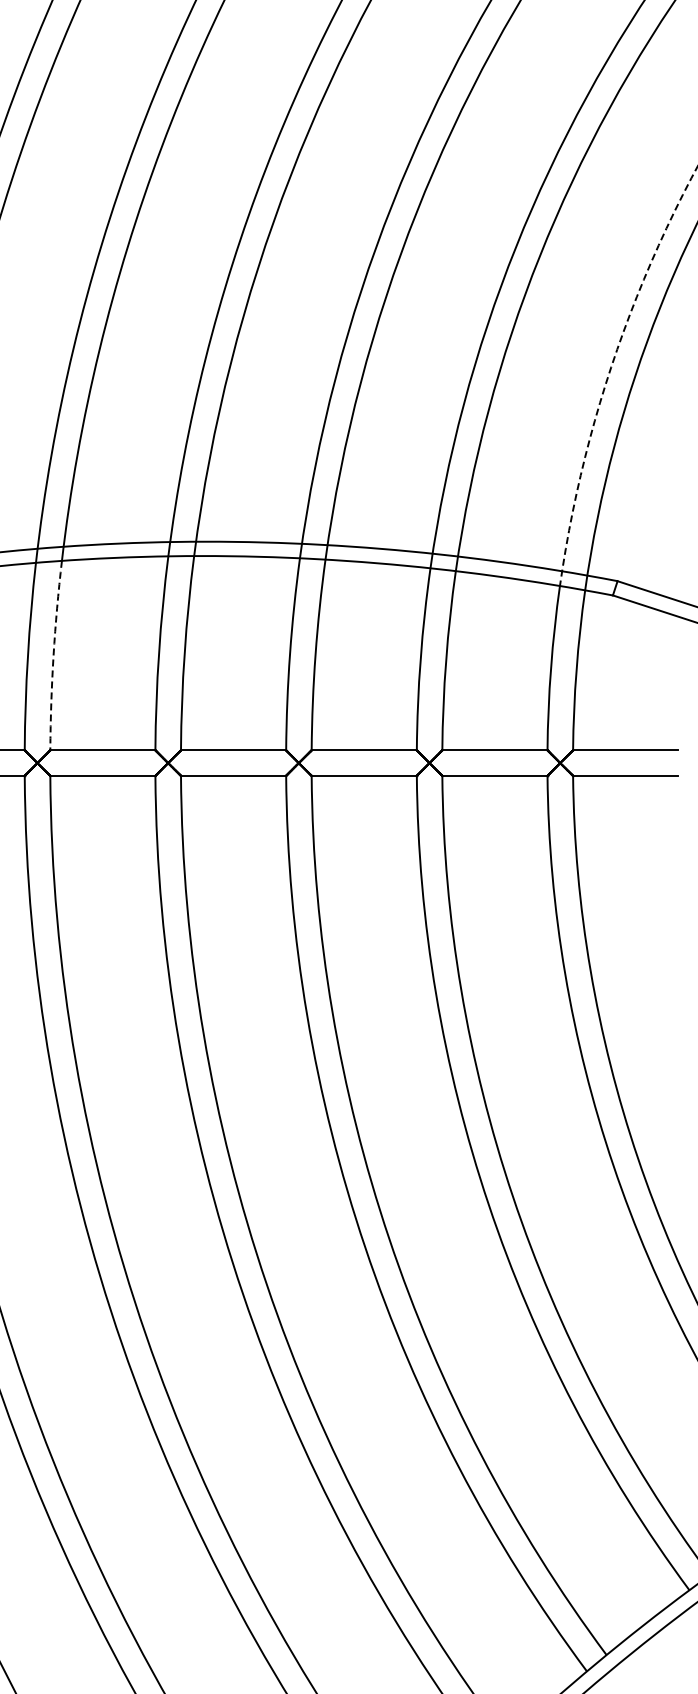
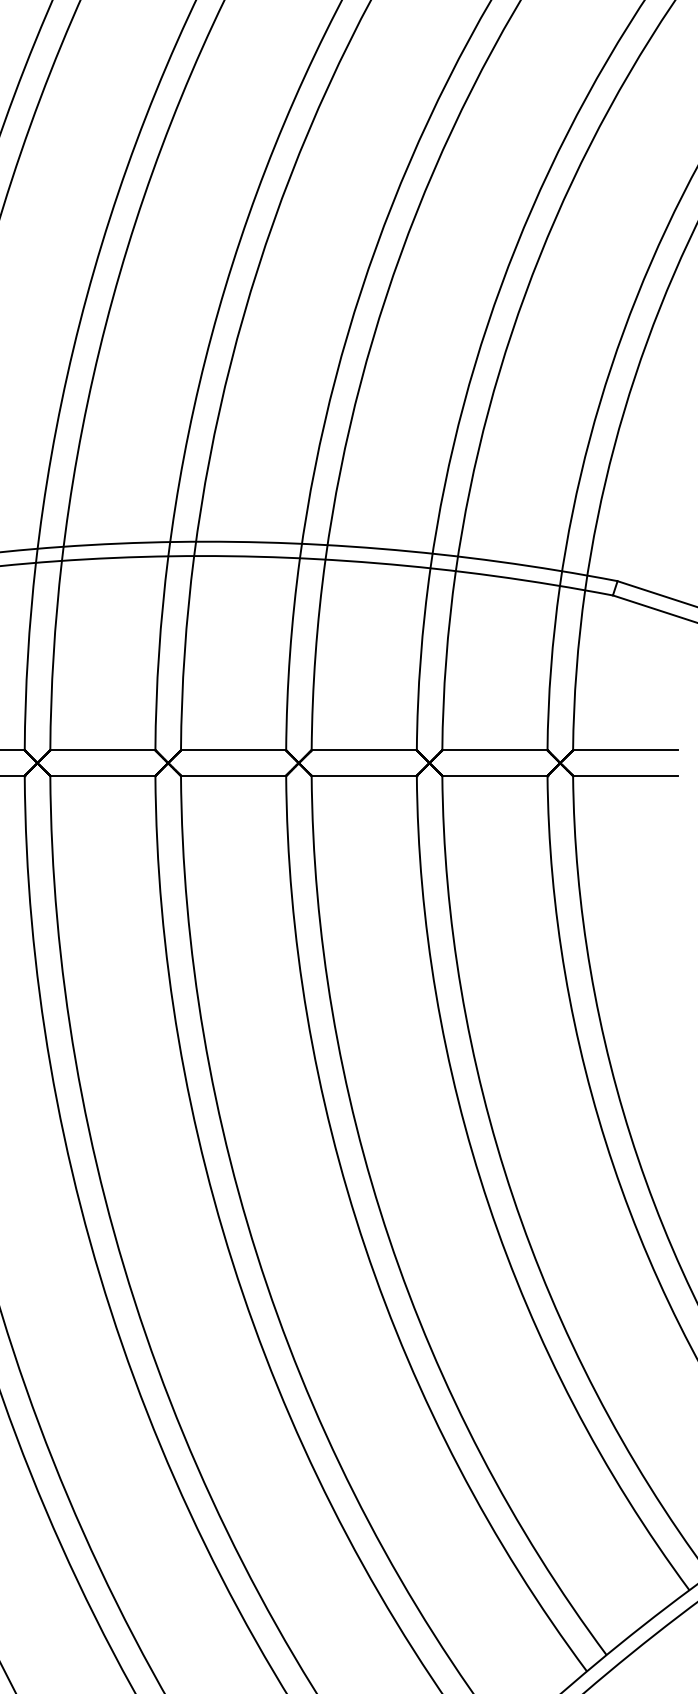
arc at (610, 369): dashed -> solid
arc at (53, 655): dashed -> solid
